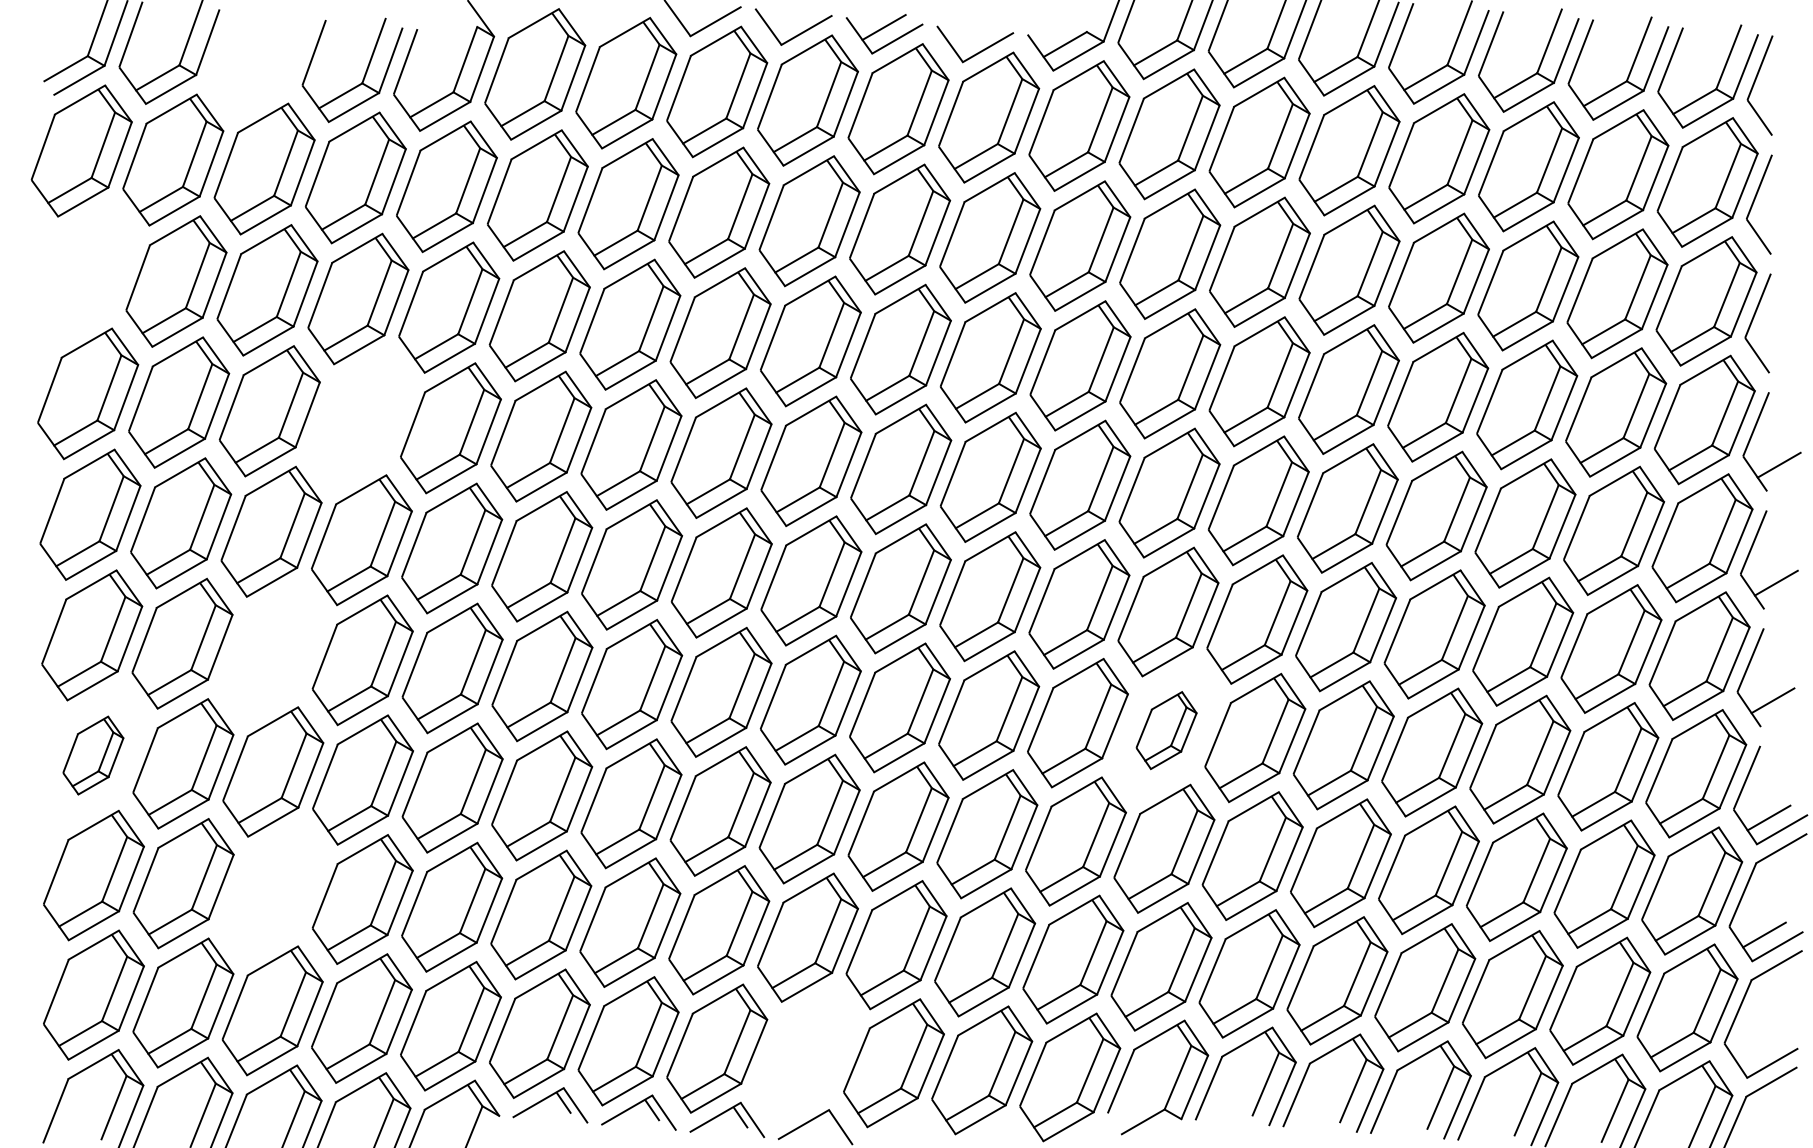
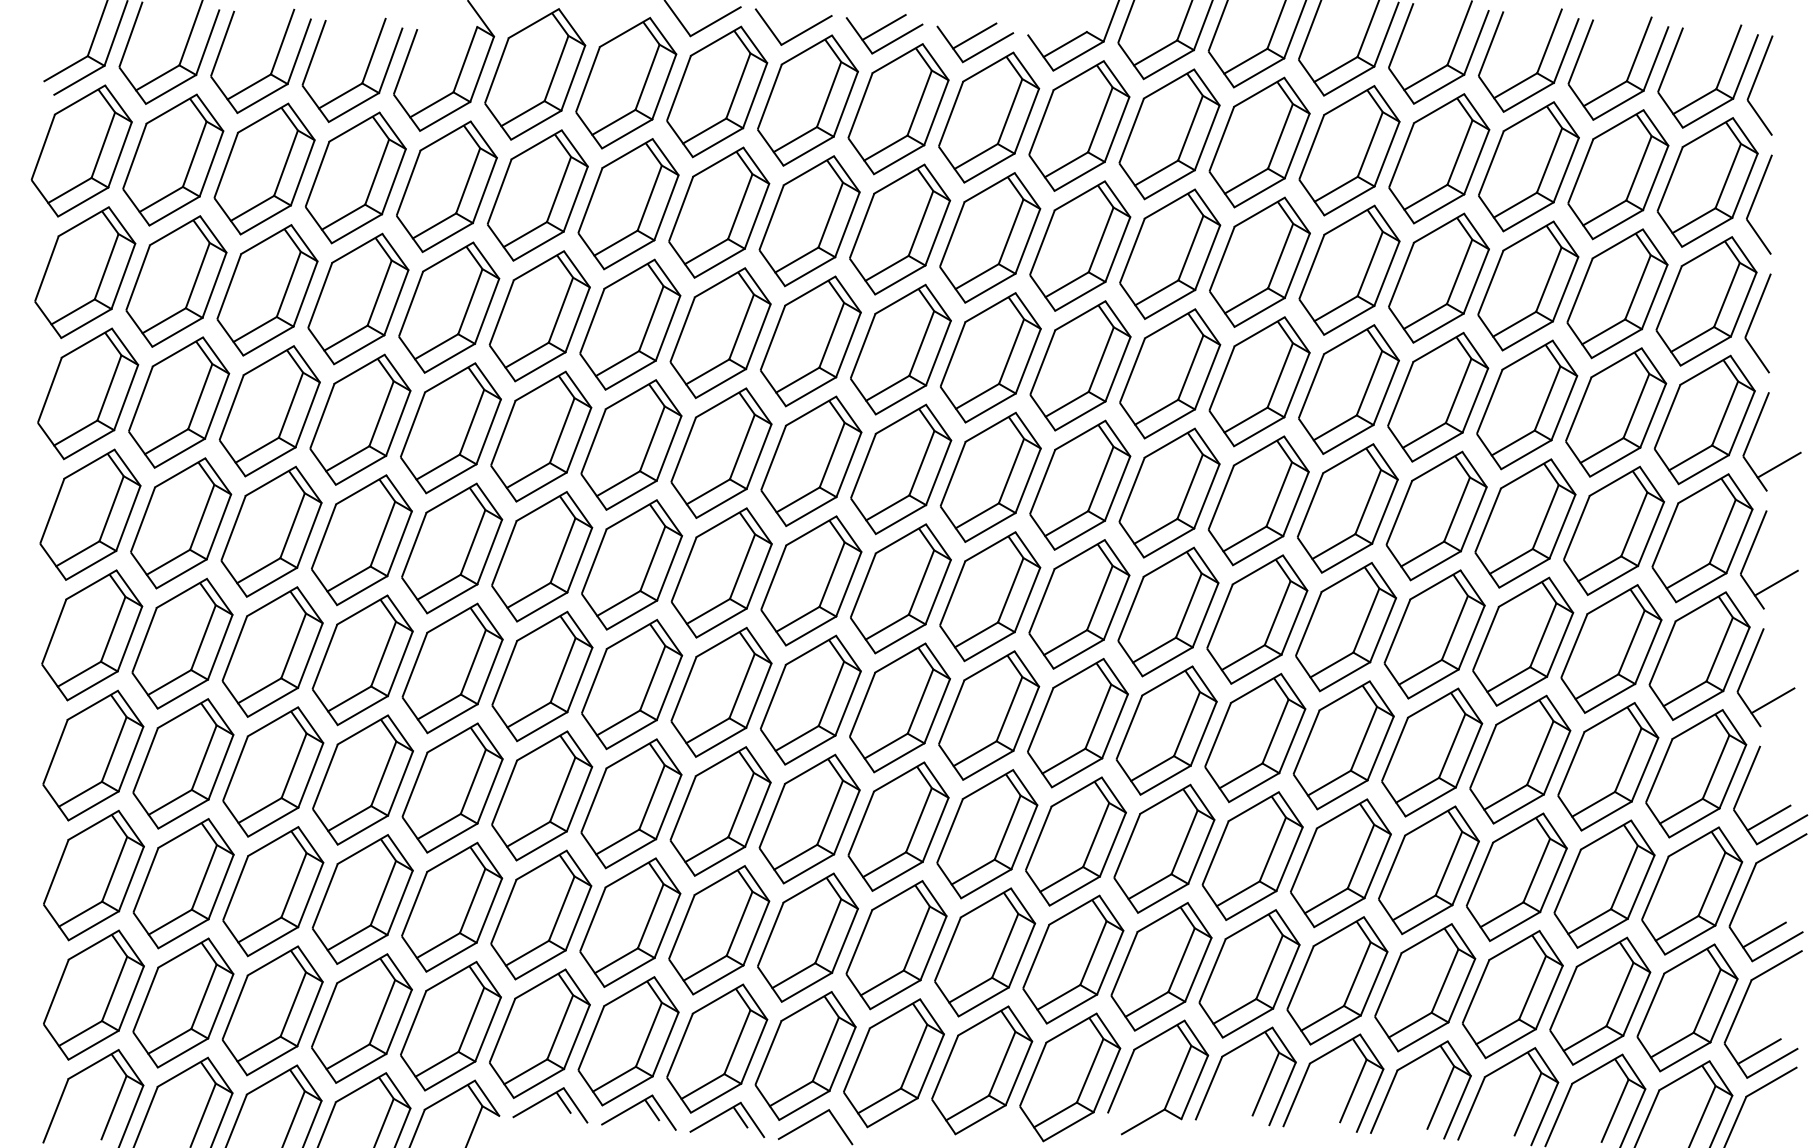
line at (974, 35): none -> present
part at (272, 66): none -> present
part at (85, 272): none -> present
part at (360, 419): none -> present
part at (272, 651): none -> present
part at (1166, 730) size: 63x80 px -> 103x131 px
part at (93, 755) size: 63x81 px -> 103x133 px
part at (273, 891): none -> present
line at (1759, 1051): none -> present
part at (805, 1055): none -> present
